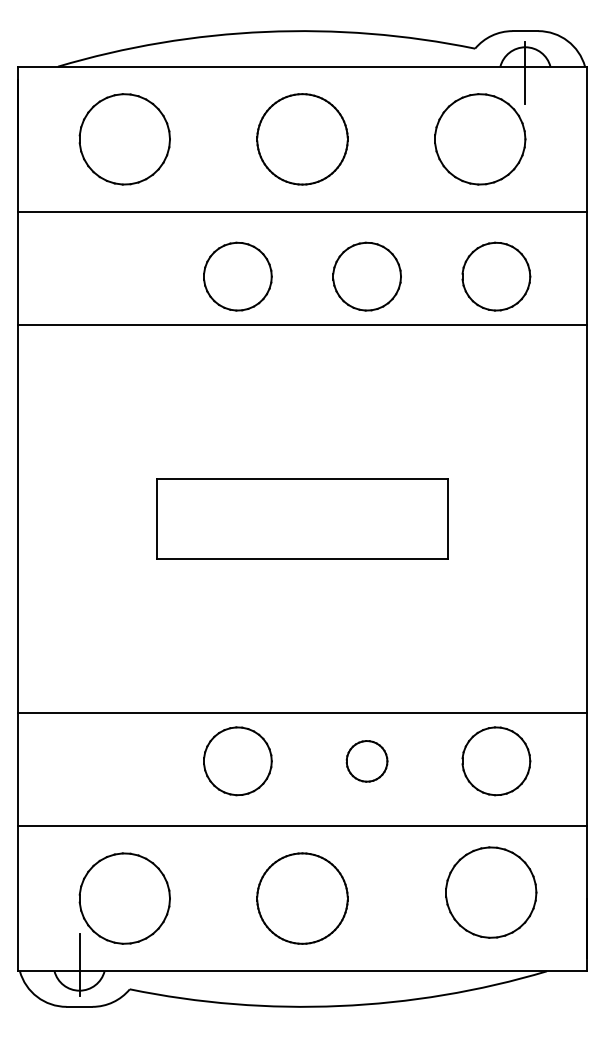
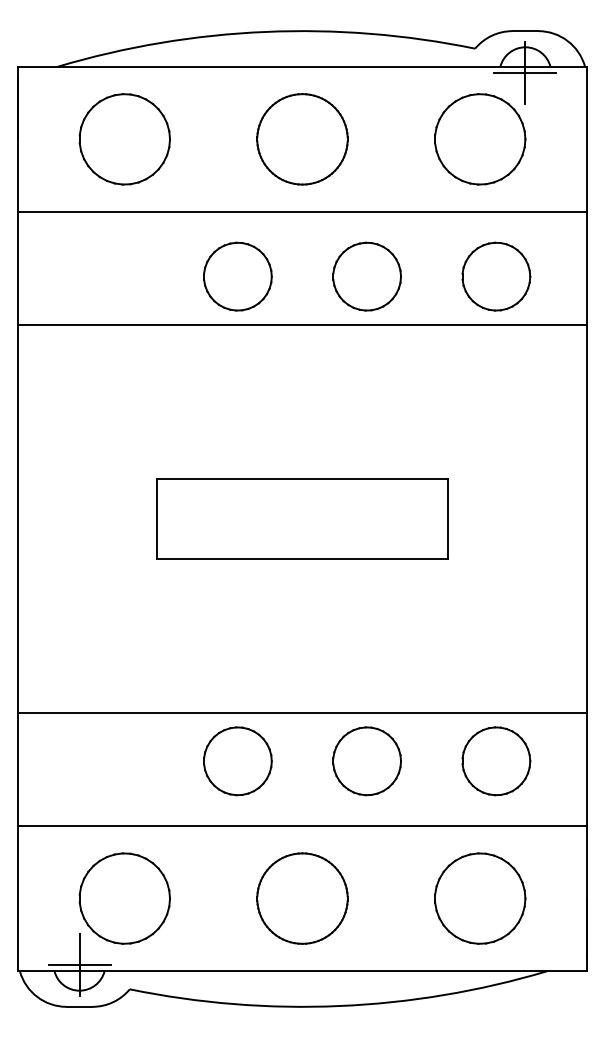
line at (525, 73): none -> present
part at (366, 761) size: 44x43 px -> 70x71 px
part at (491, 892) position: (491, 892) -> (480, 898)
line at (79, 964): none -> present
